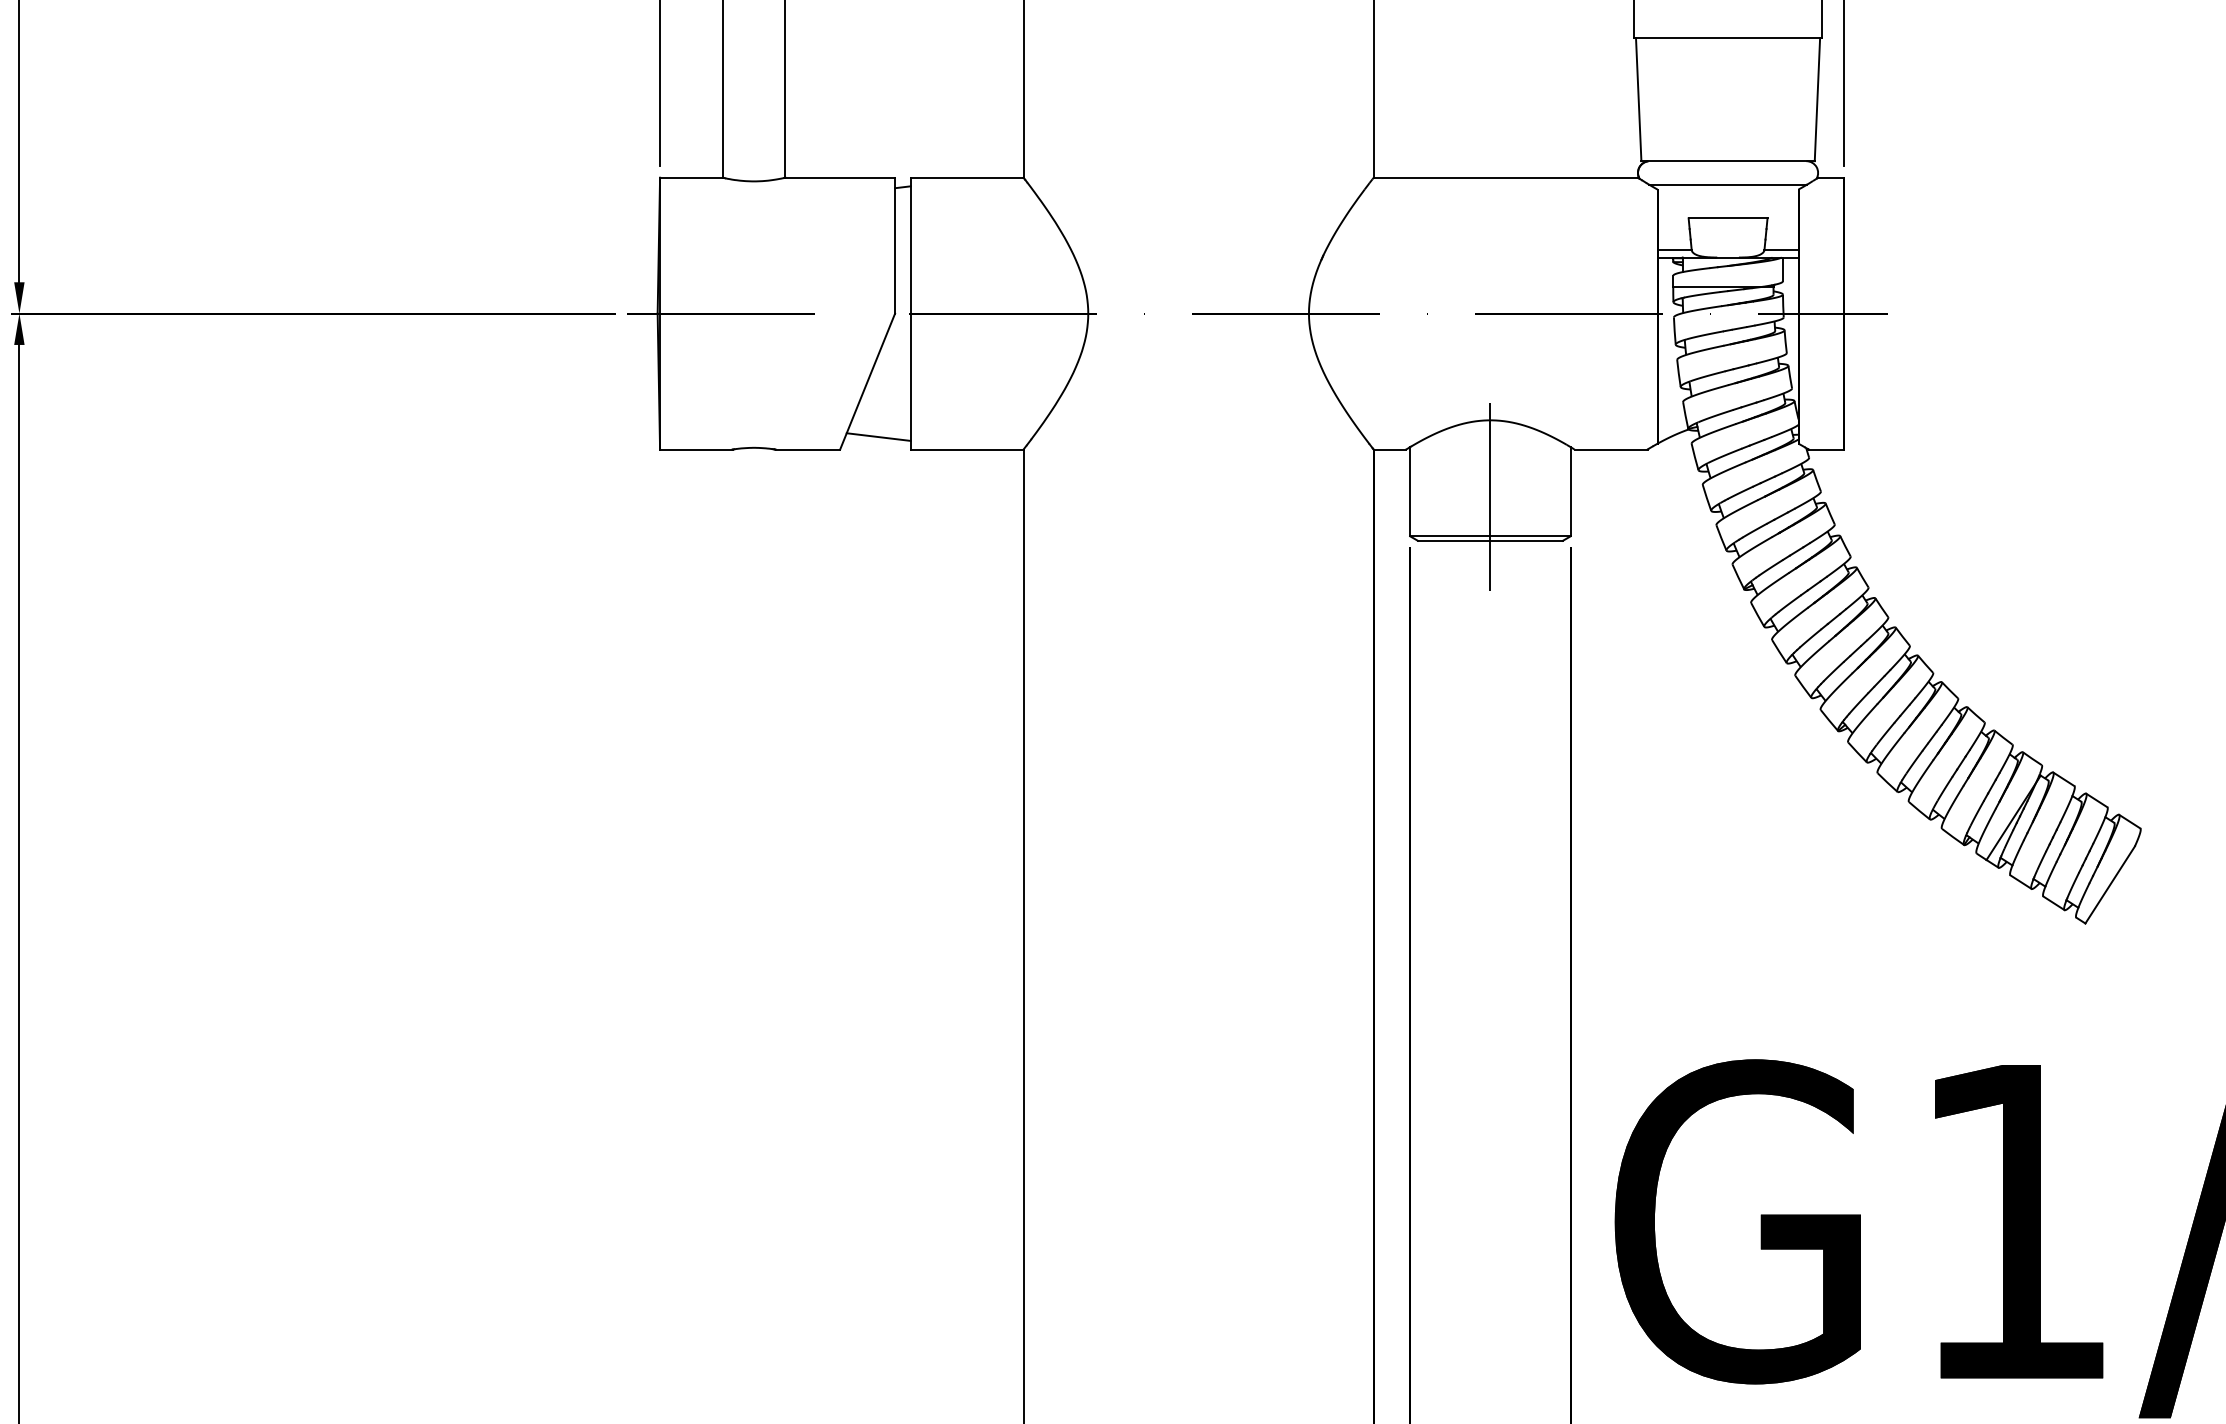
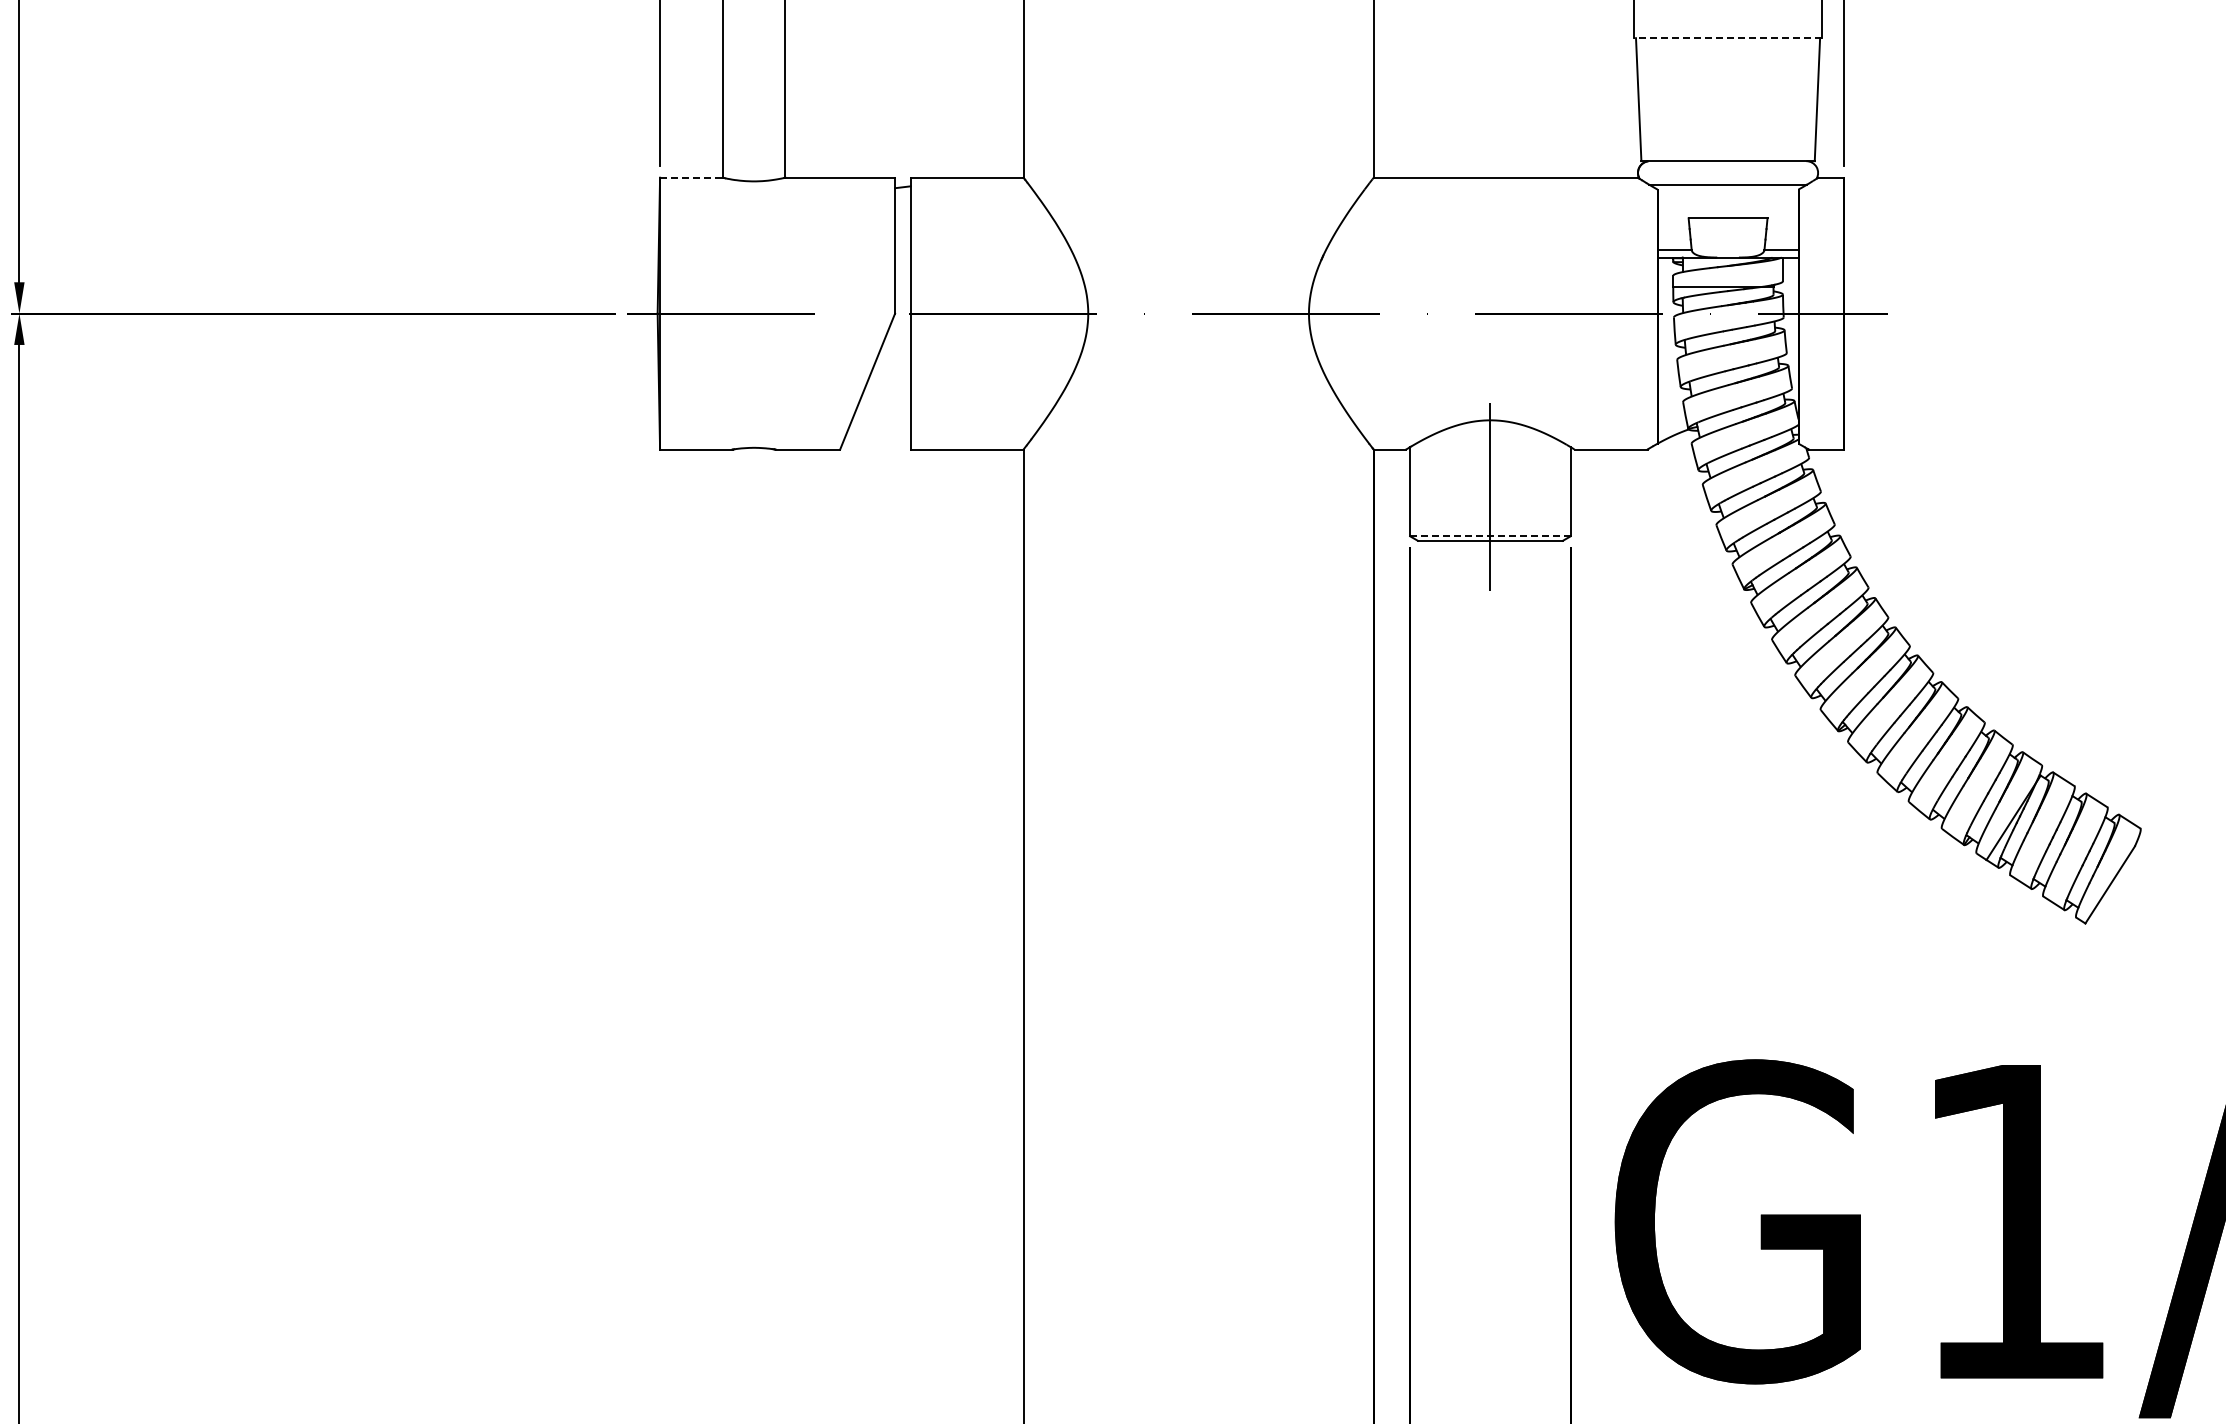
line at (1727, 38): solid -> dashed
line at (691, 177): solid -> dashed
line at (878, 436): present -> none
line at (1490, 536): solid -> dashed
